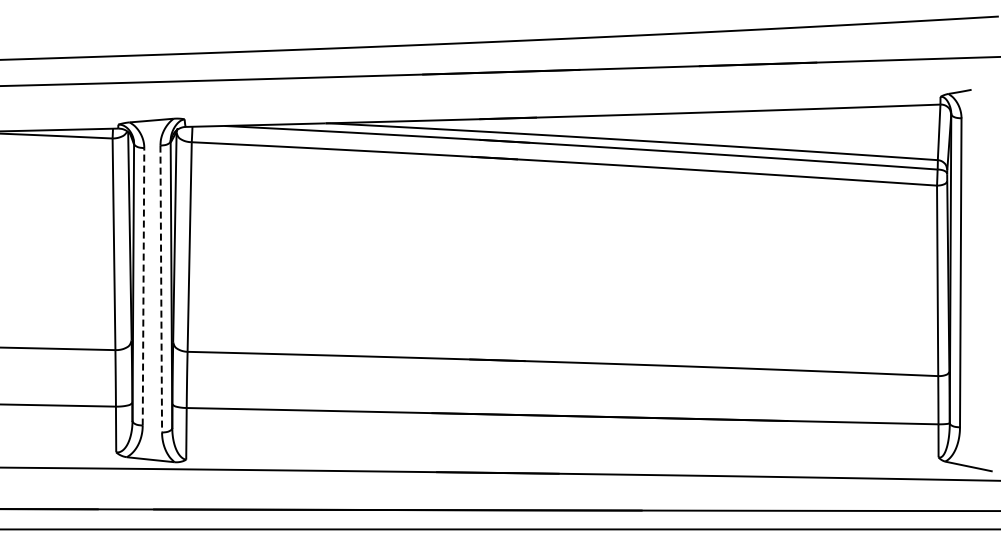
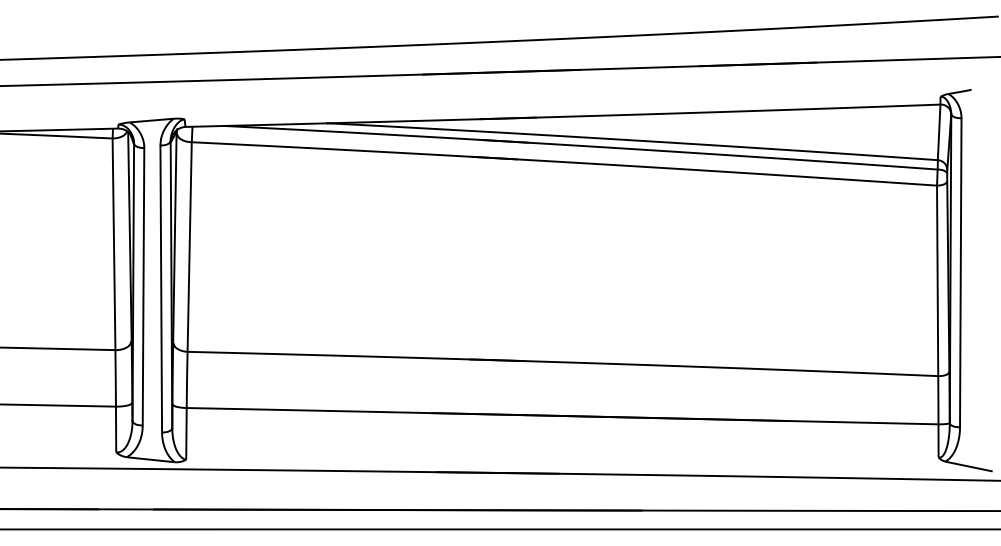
line at (143, 286): dashed -> solid
line at (161, 289): dashed -> solid
